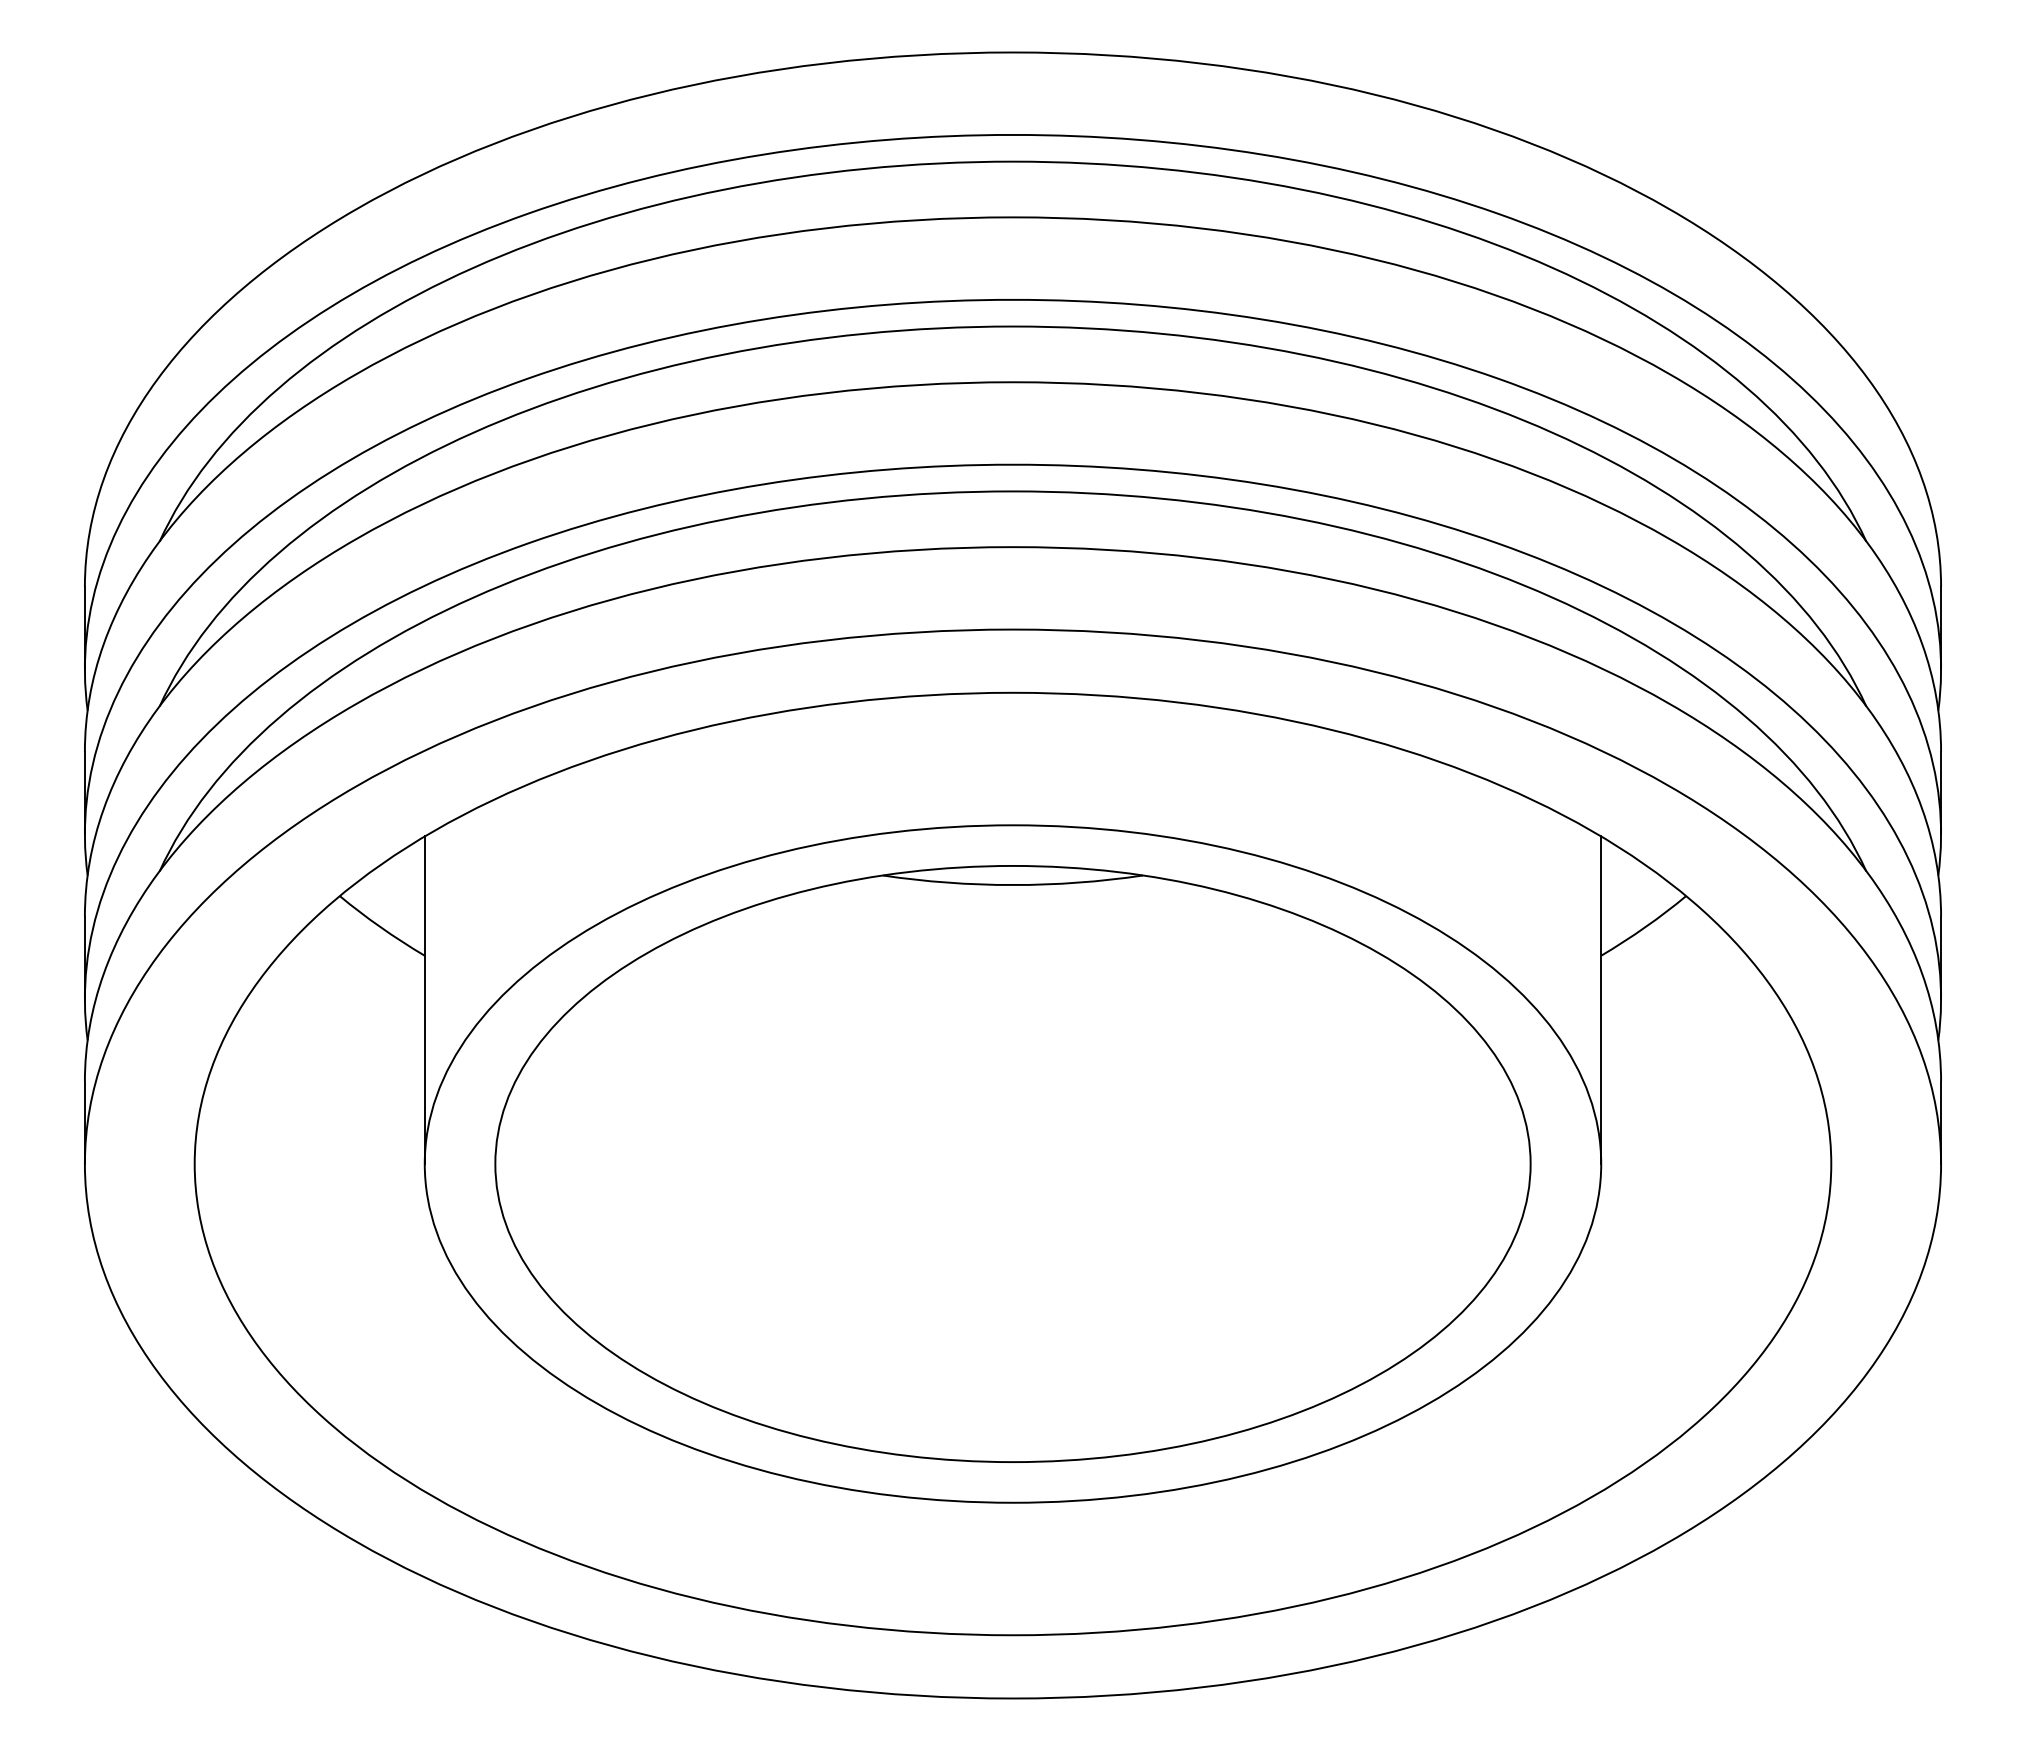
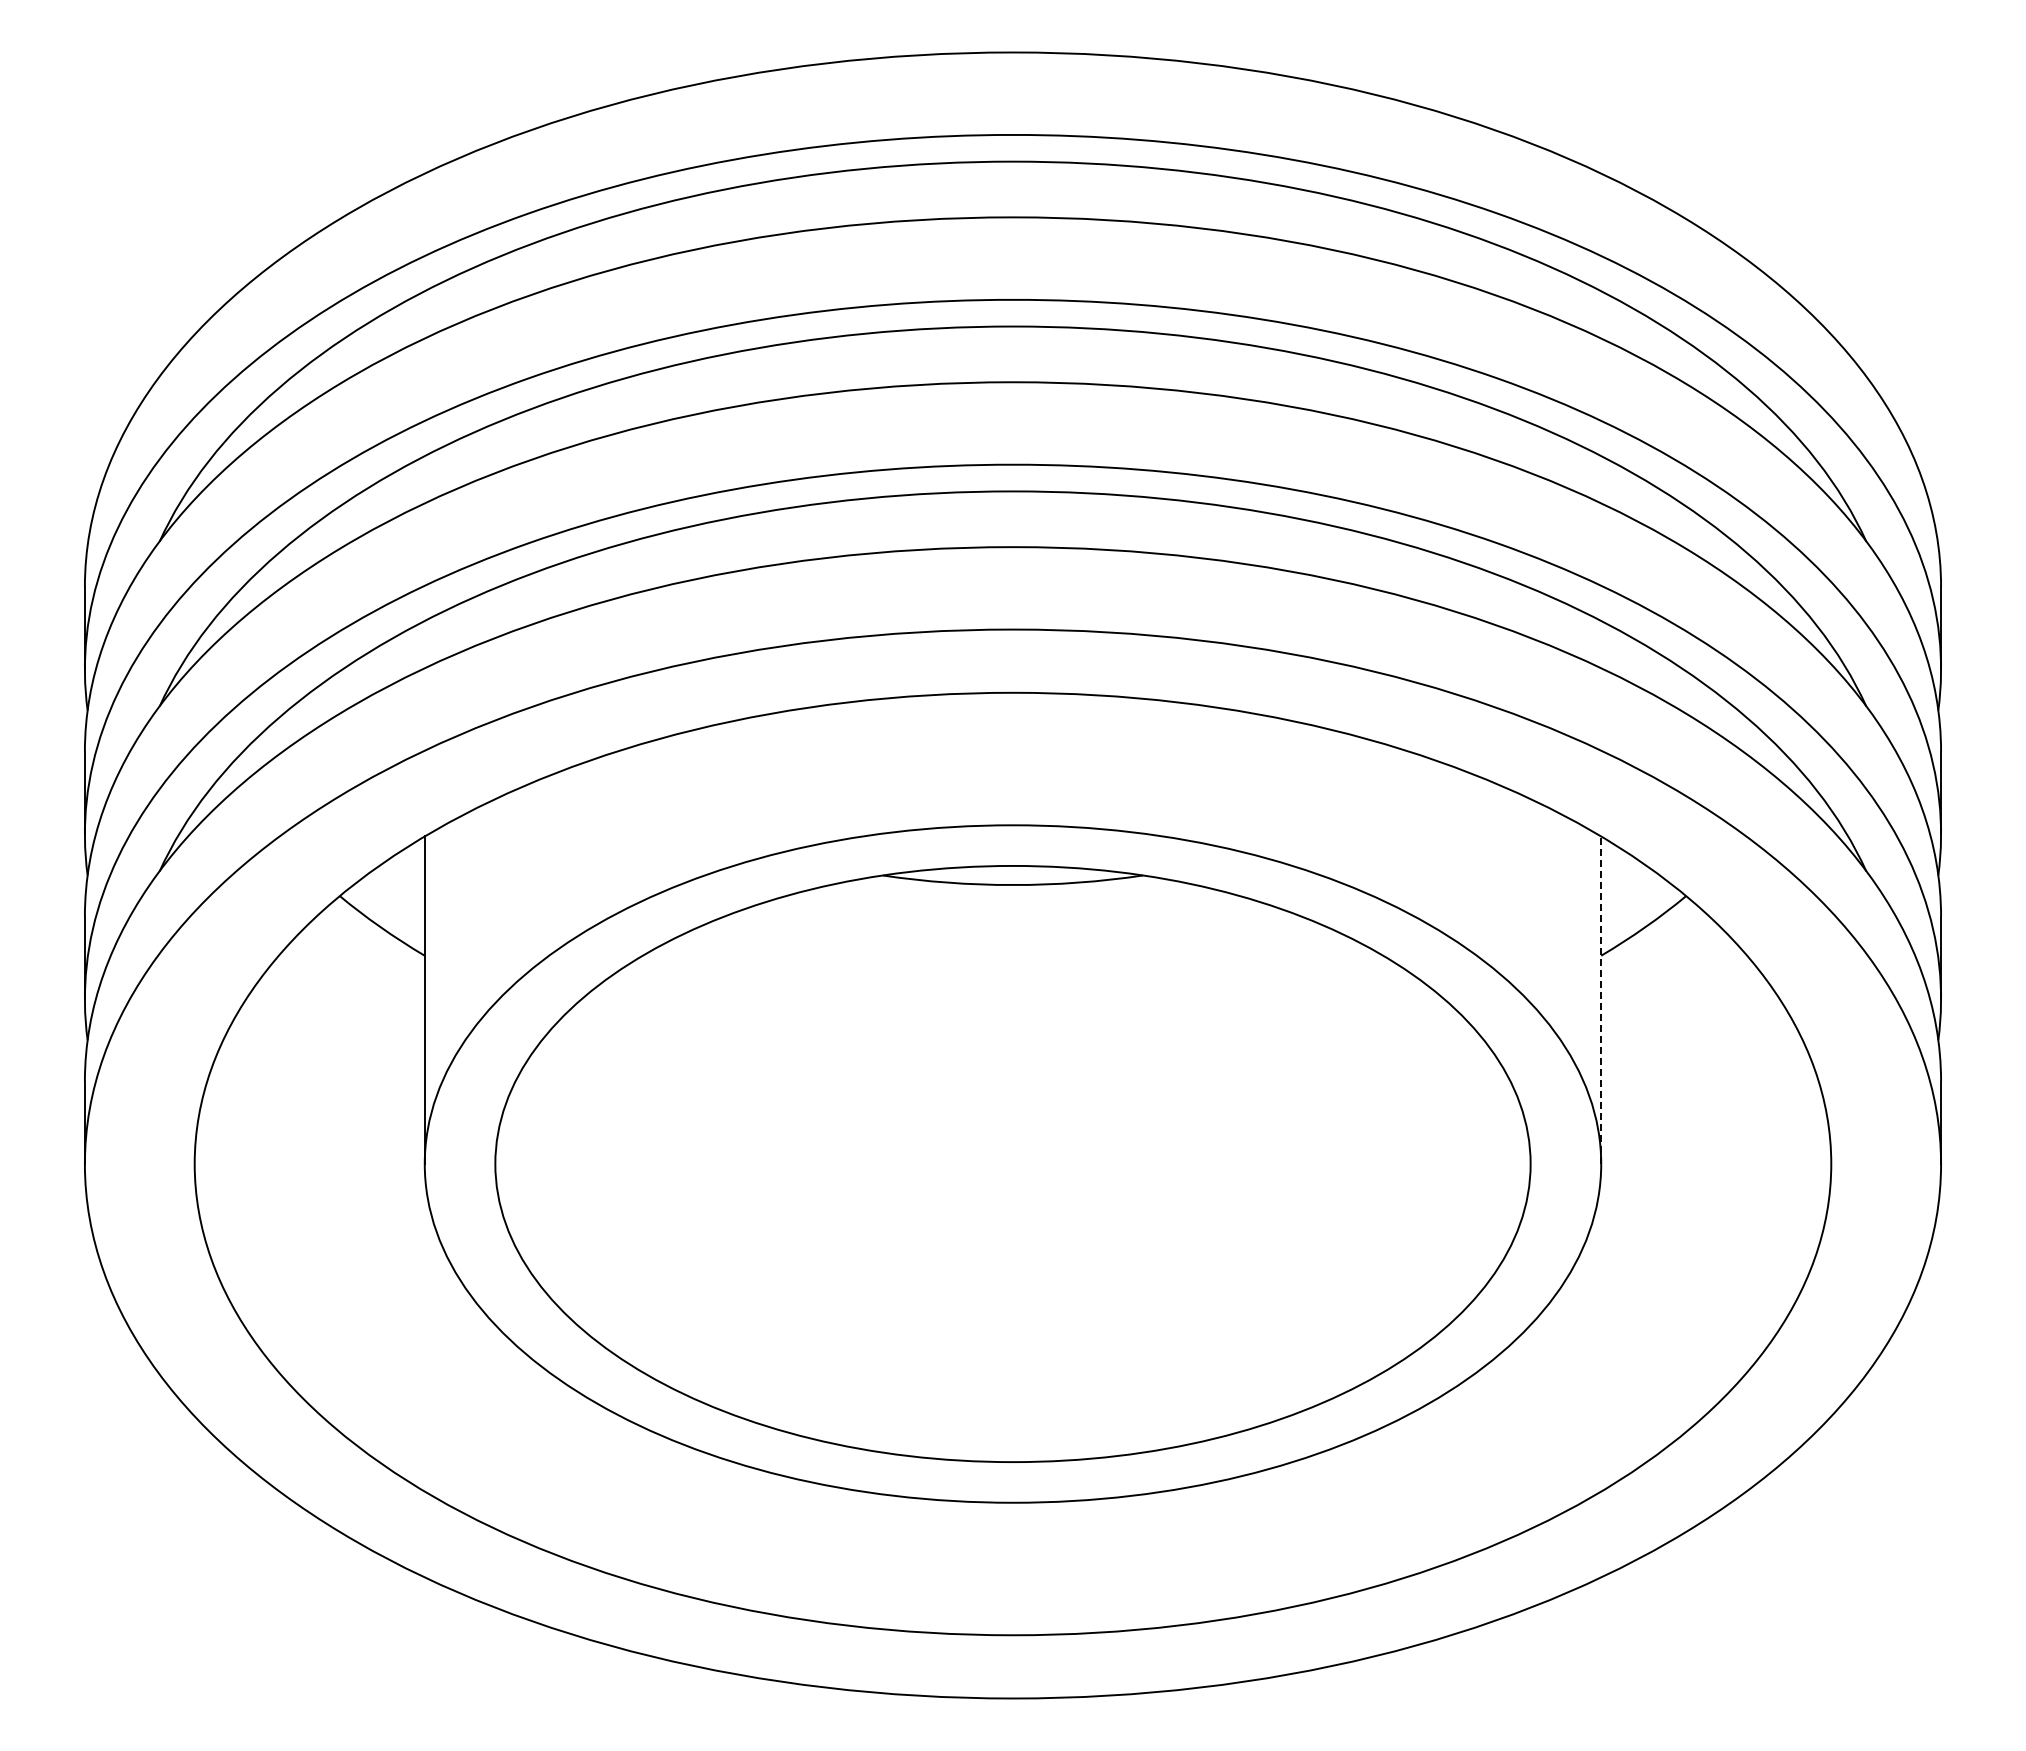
line at (1601, 1000): solid -> dashed
